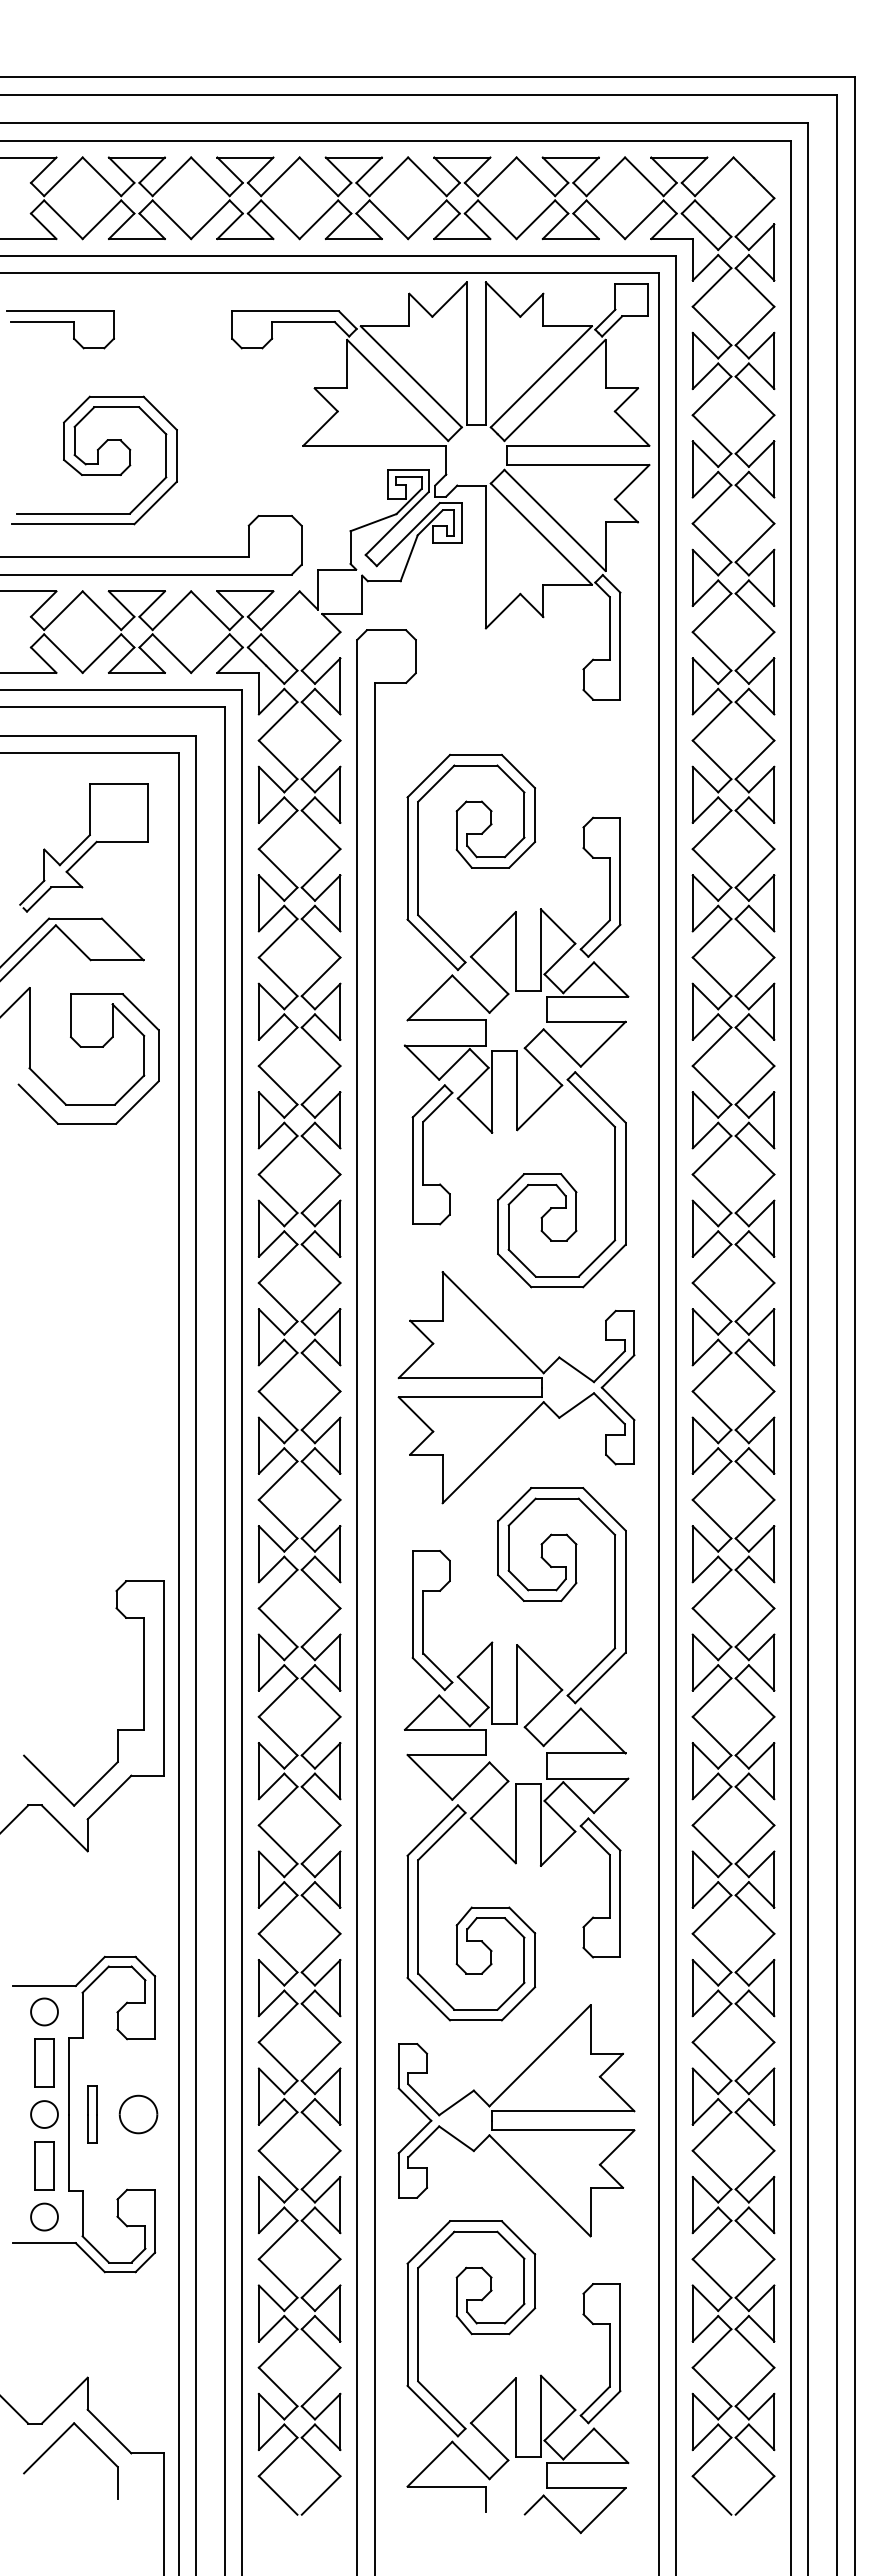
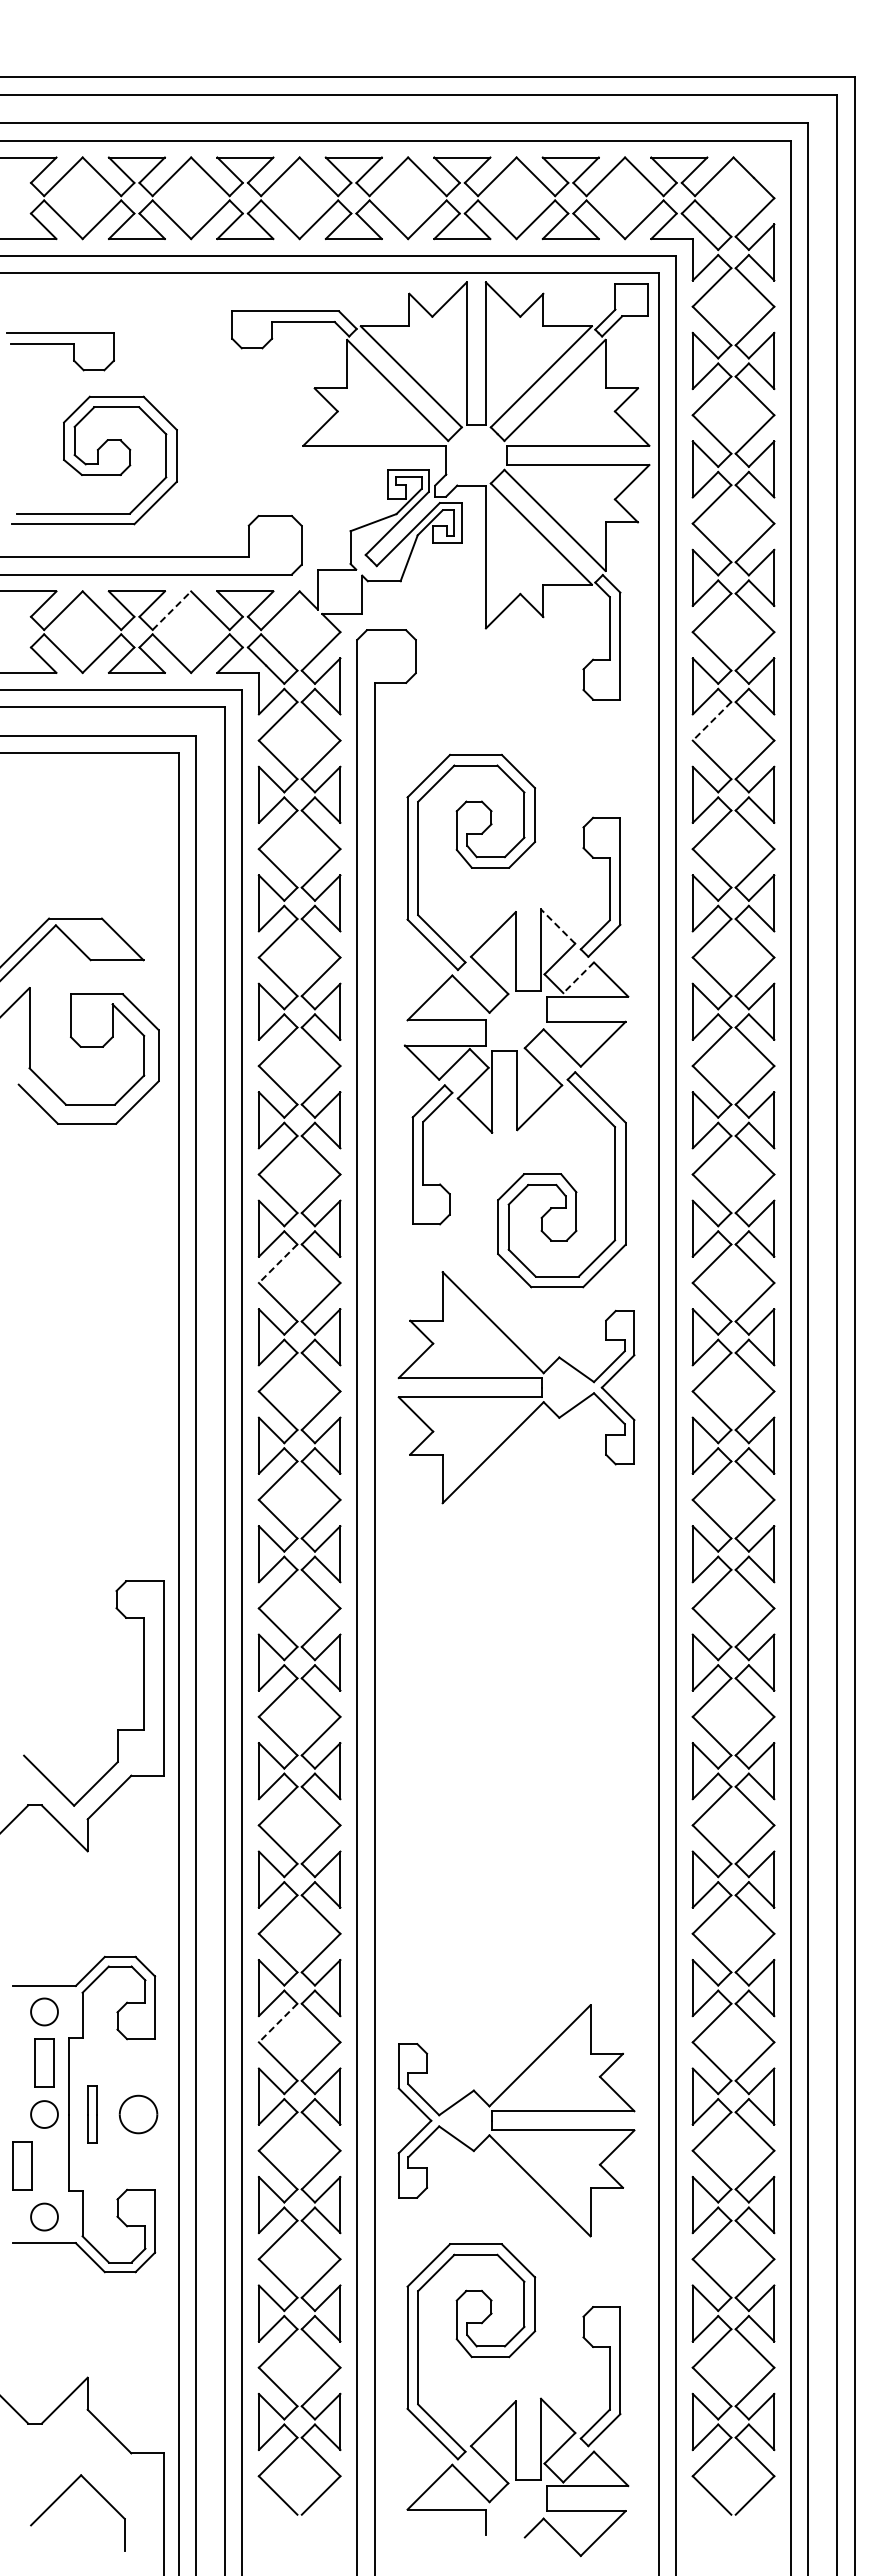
part at (60, 322) position: (60, 322) -> (60, 344)
line at (172, 610): solid -> dashed
line at (711, 721): solid -> dashed
part at (83, 847): present -> none
line at (557, 926): solid -> dashed
line at (578, 977): solid -> dashed
line at (277, 1264): solid -> dashed
part at (516, 1754): present -> none
line at (277, 2023): solid -> dashed
part at (44, 2165) position: (44, 2165) -> (22, 2165)
part at (517, 2377) position: (517, 2377) -> (517, 2400)
part at (54, 2444) position: (54, 2444) -> (61, 2496)
